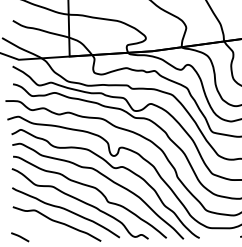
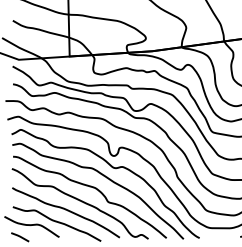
curve at (31, 225): none -> present
